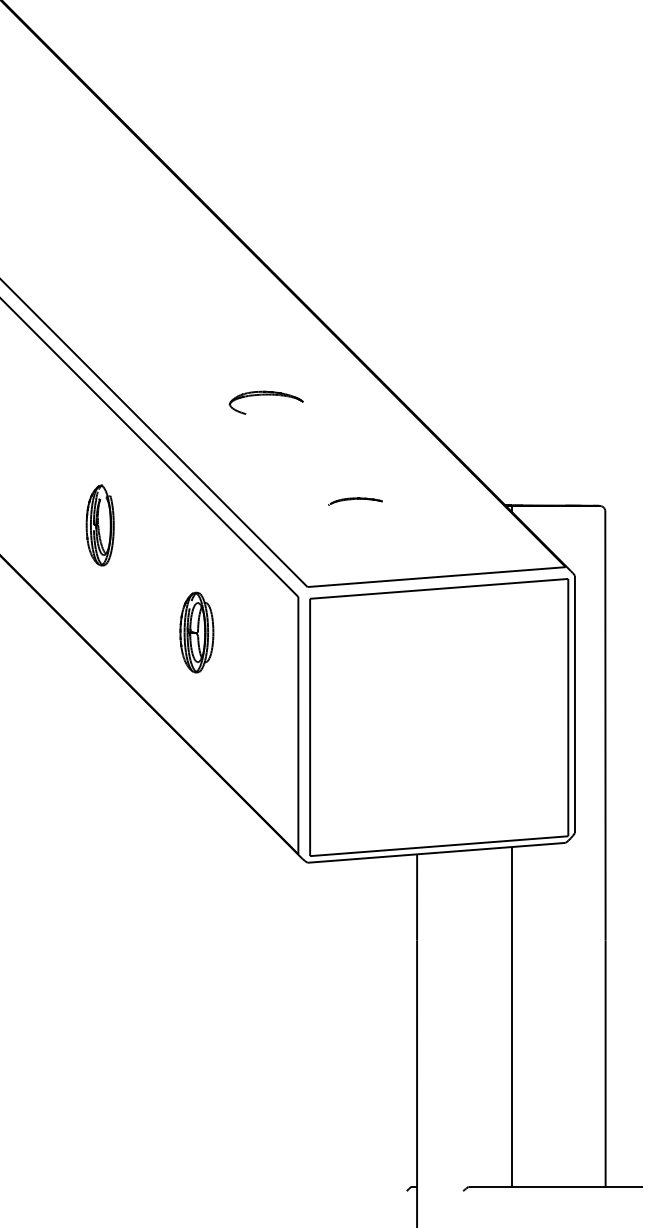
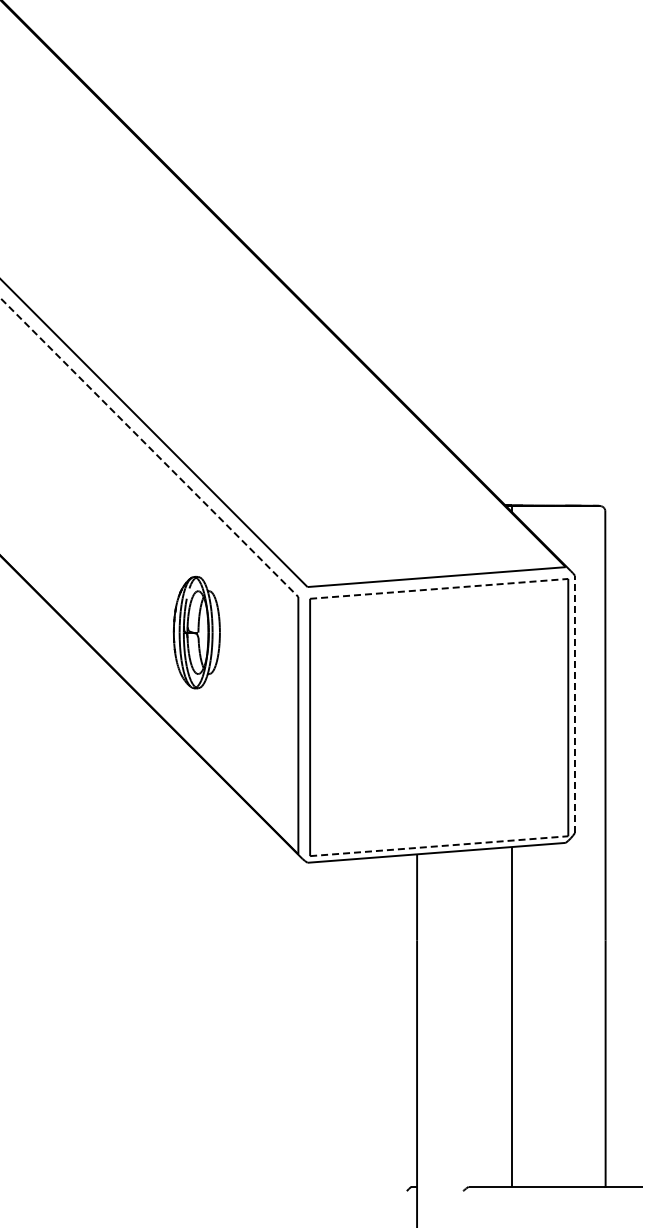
part at (265, 395): present -> none
line at (149, 447): solid -> dashed
part at (355, 501): present -> none
part at (99, 525): present -> none
line at (439, 588): solid -> dashed
part at (196, 632) size: 36x83 px -> 49x114 px
line at (574, 704): solid -> dashed
line at (439, 846): solid -> dashed
